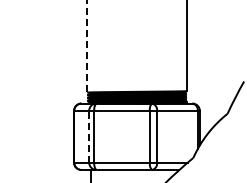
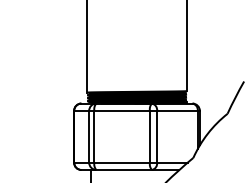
line at (87, 46): dashed -> solid
line at (89, 136): dashed -> solid
